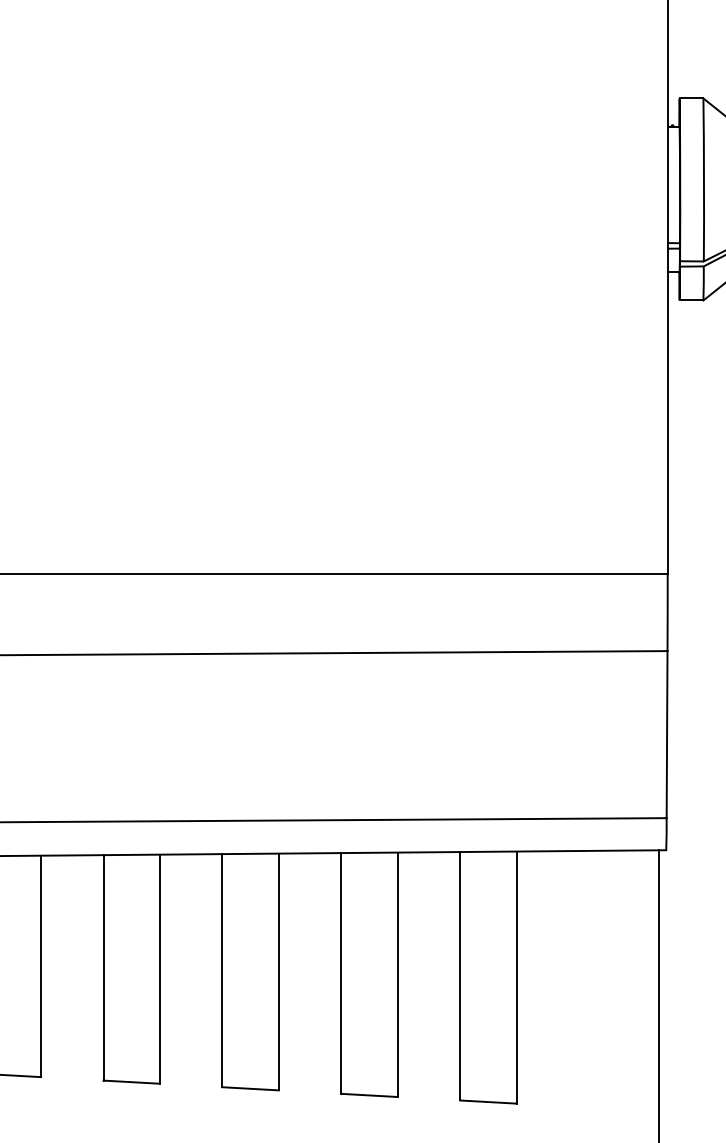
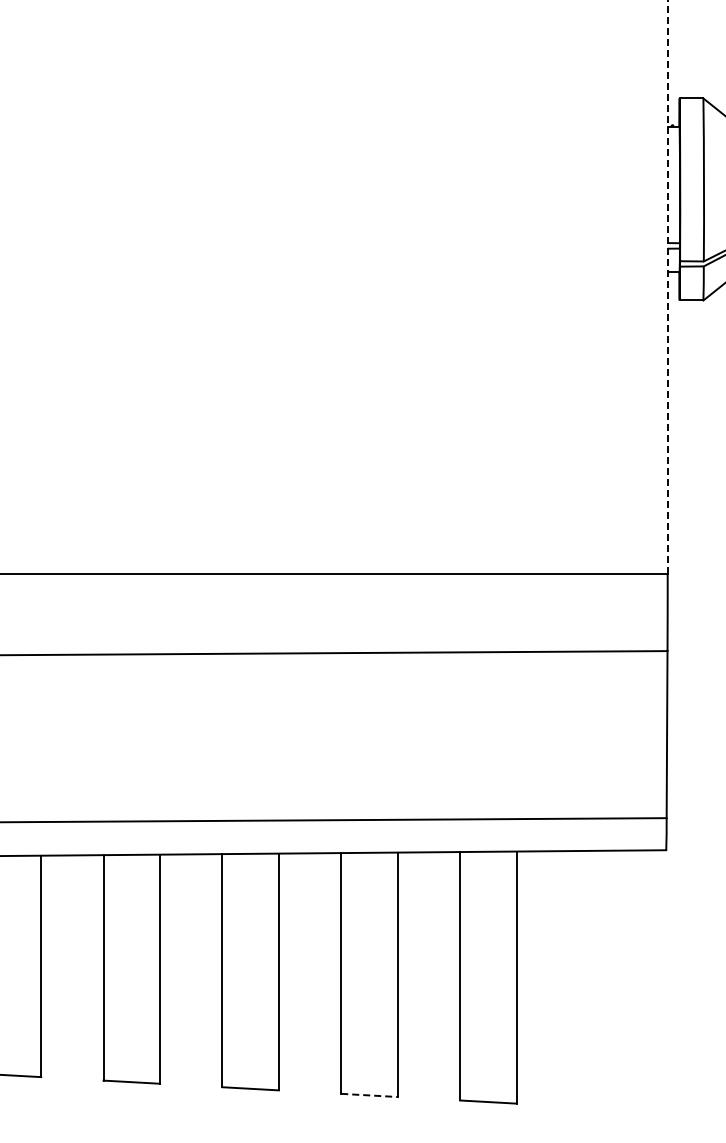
line at (667, 286): solid -> dashed
line at (659, 994): present -> none
line at (369, 1095): solid -> dashed
